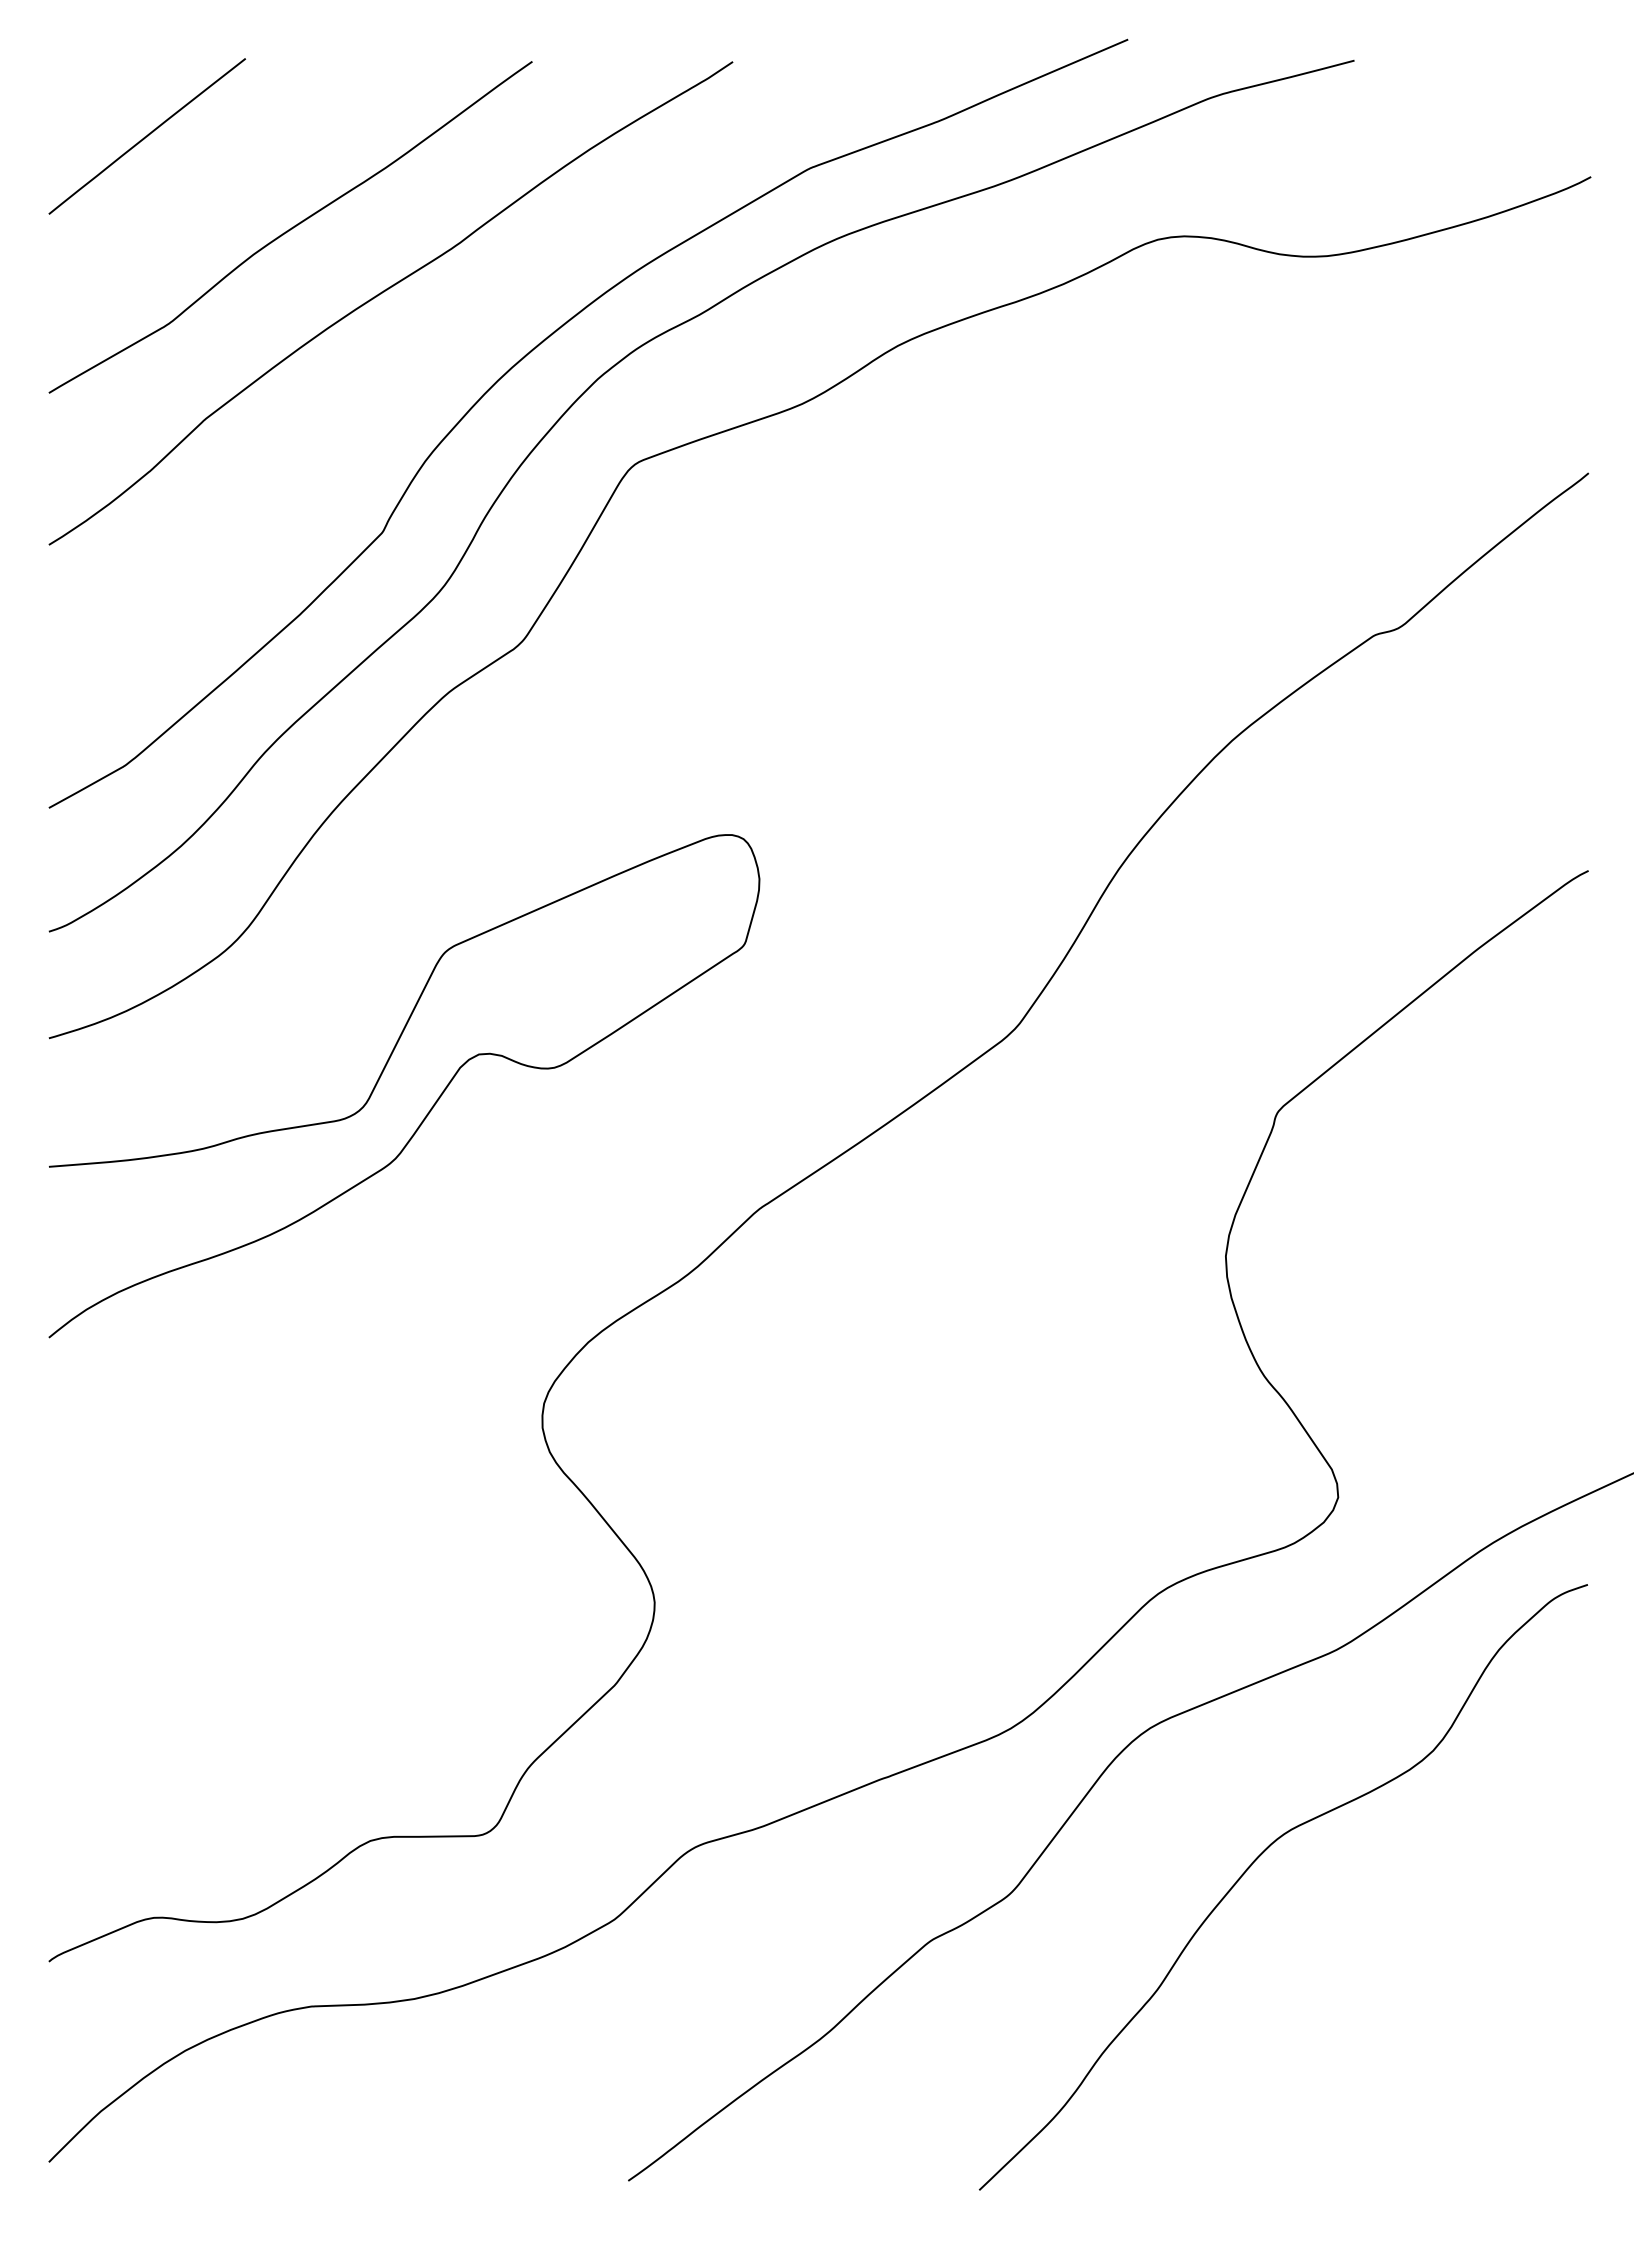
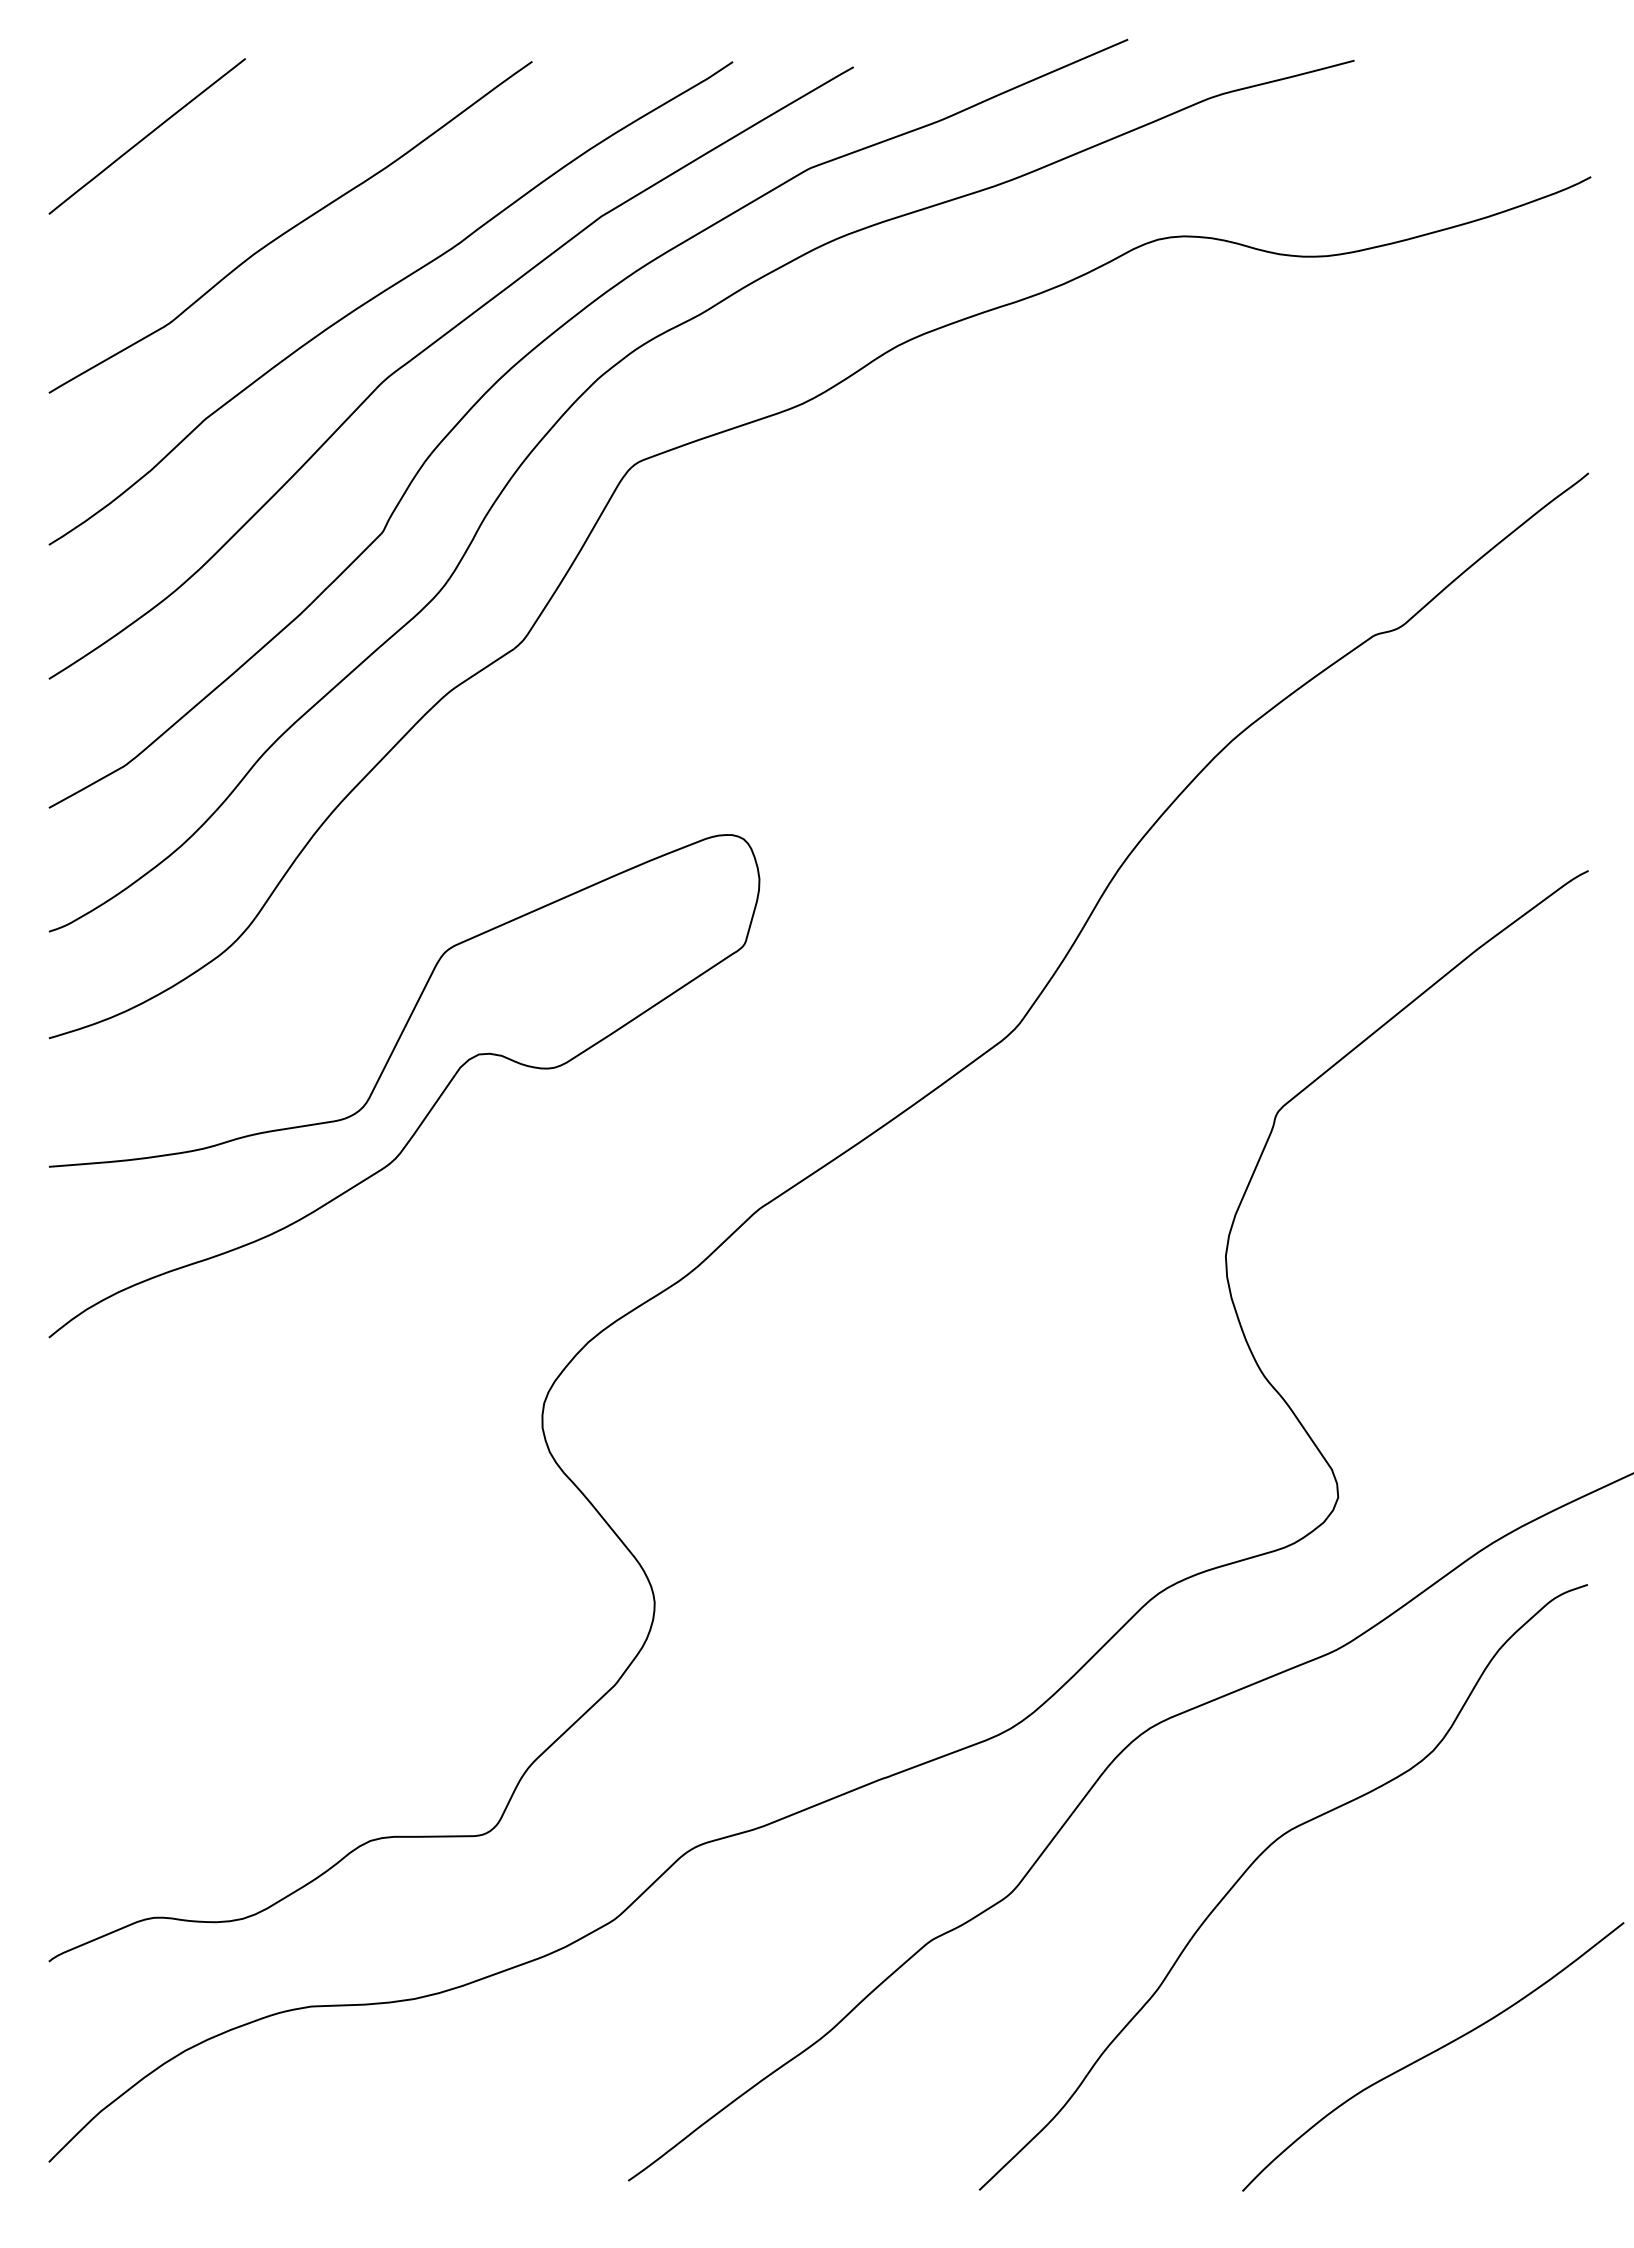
curve at (432, 345): none -> present
curve at (1431, 2054): none -> present
